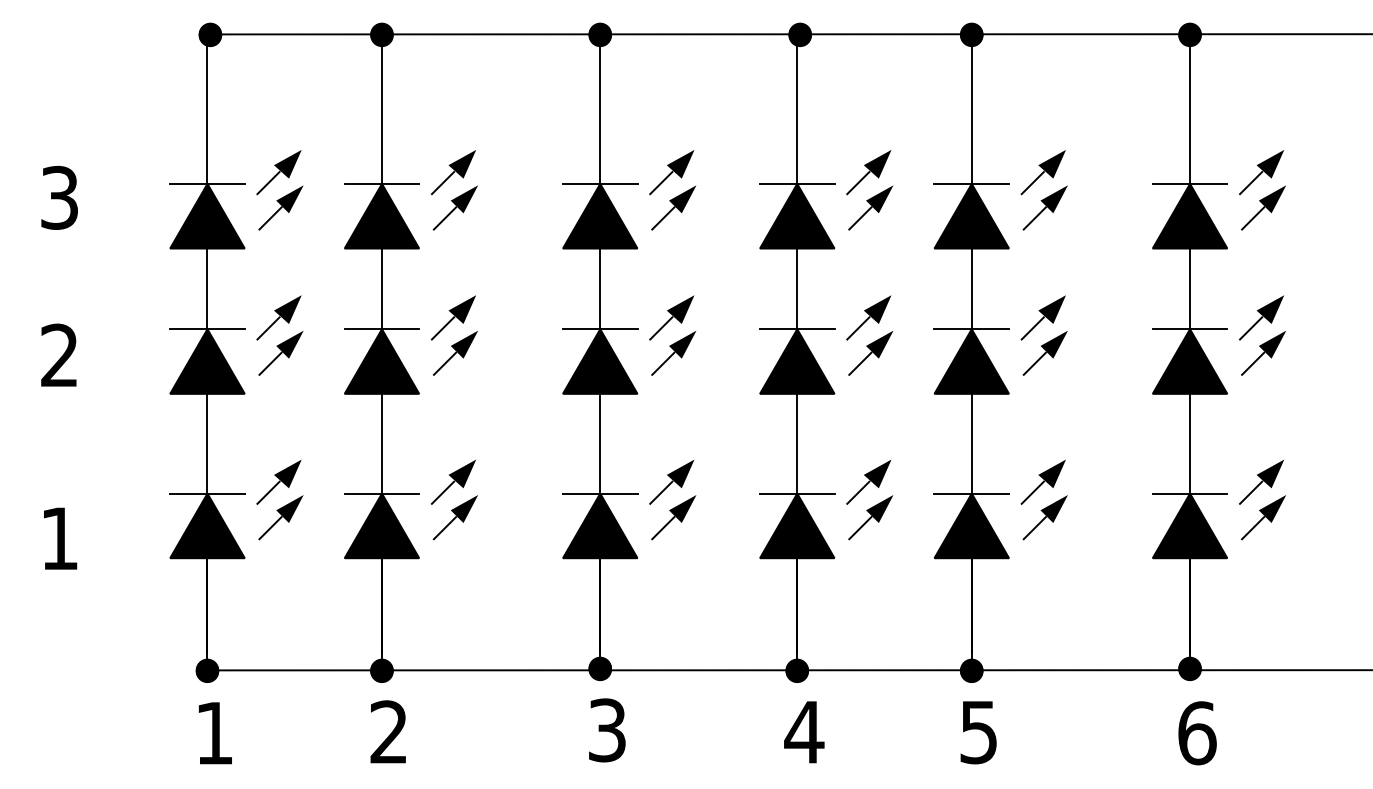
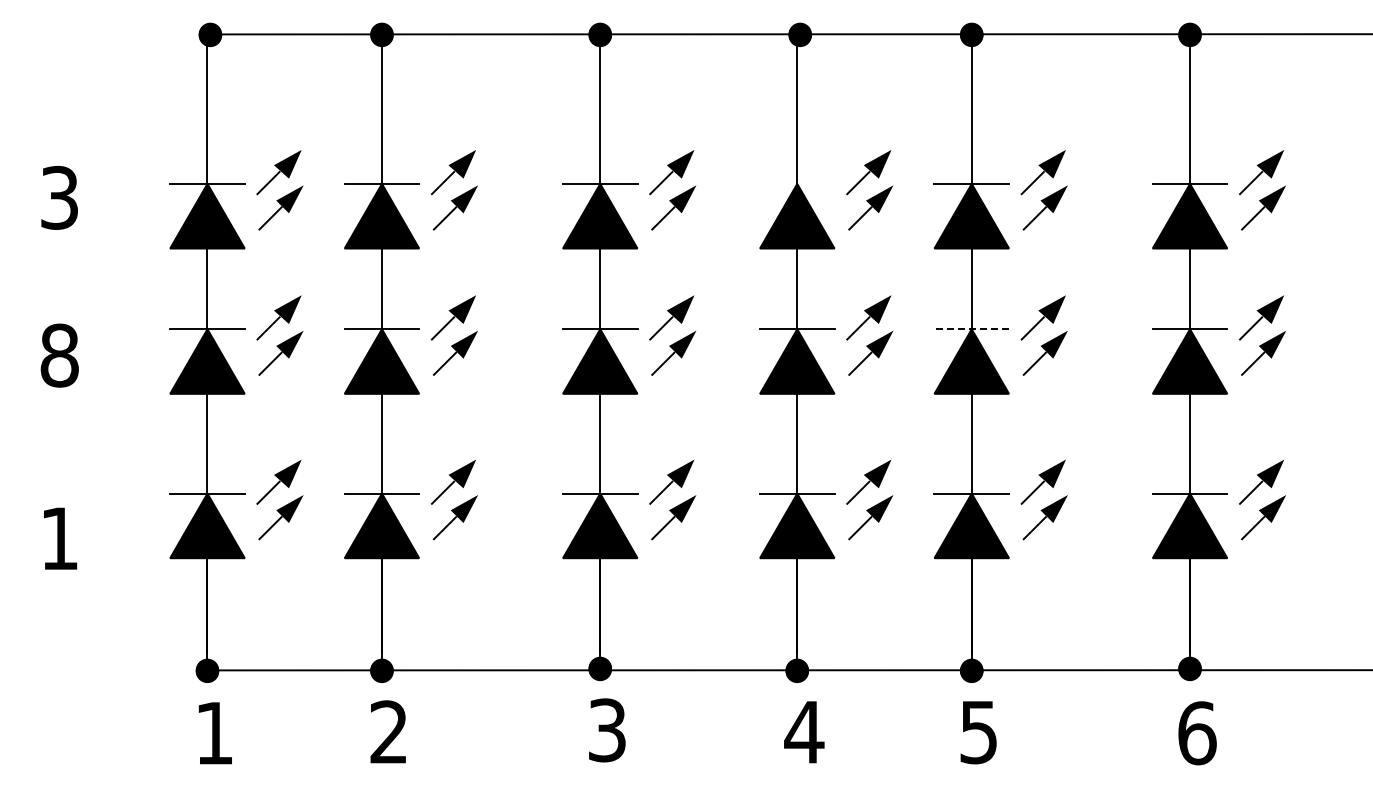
line at (797, 183): present -> none
line at (971, 329): solid -> dashed
text at (59, 355): 2 -> 8
